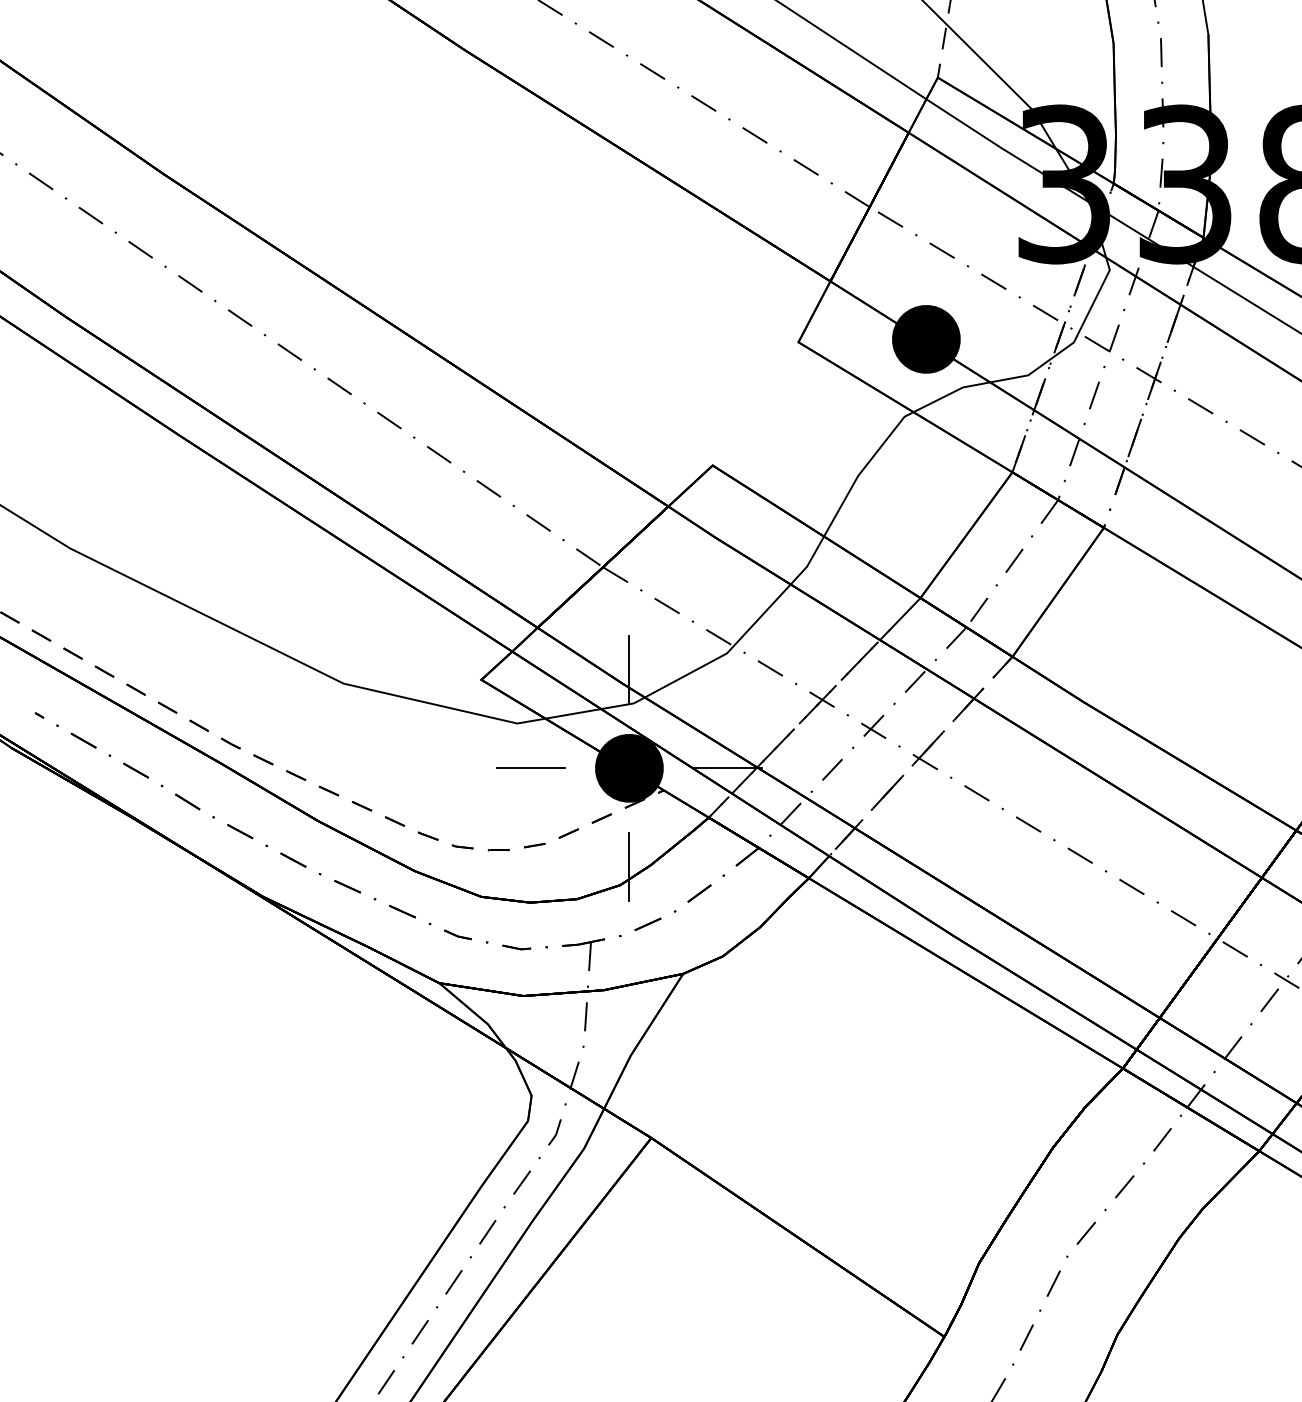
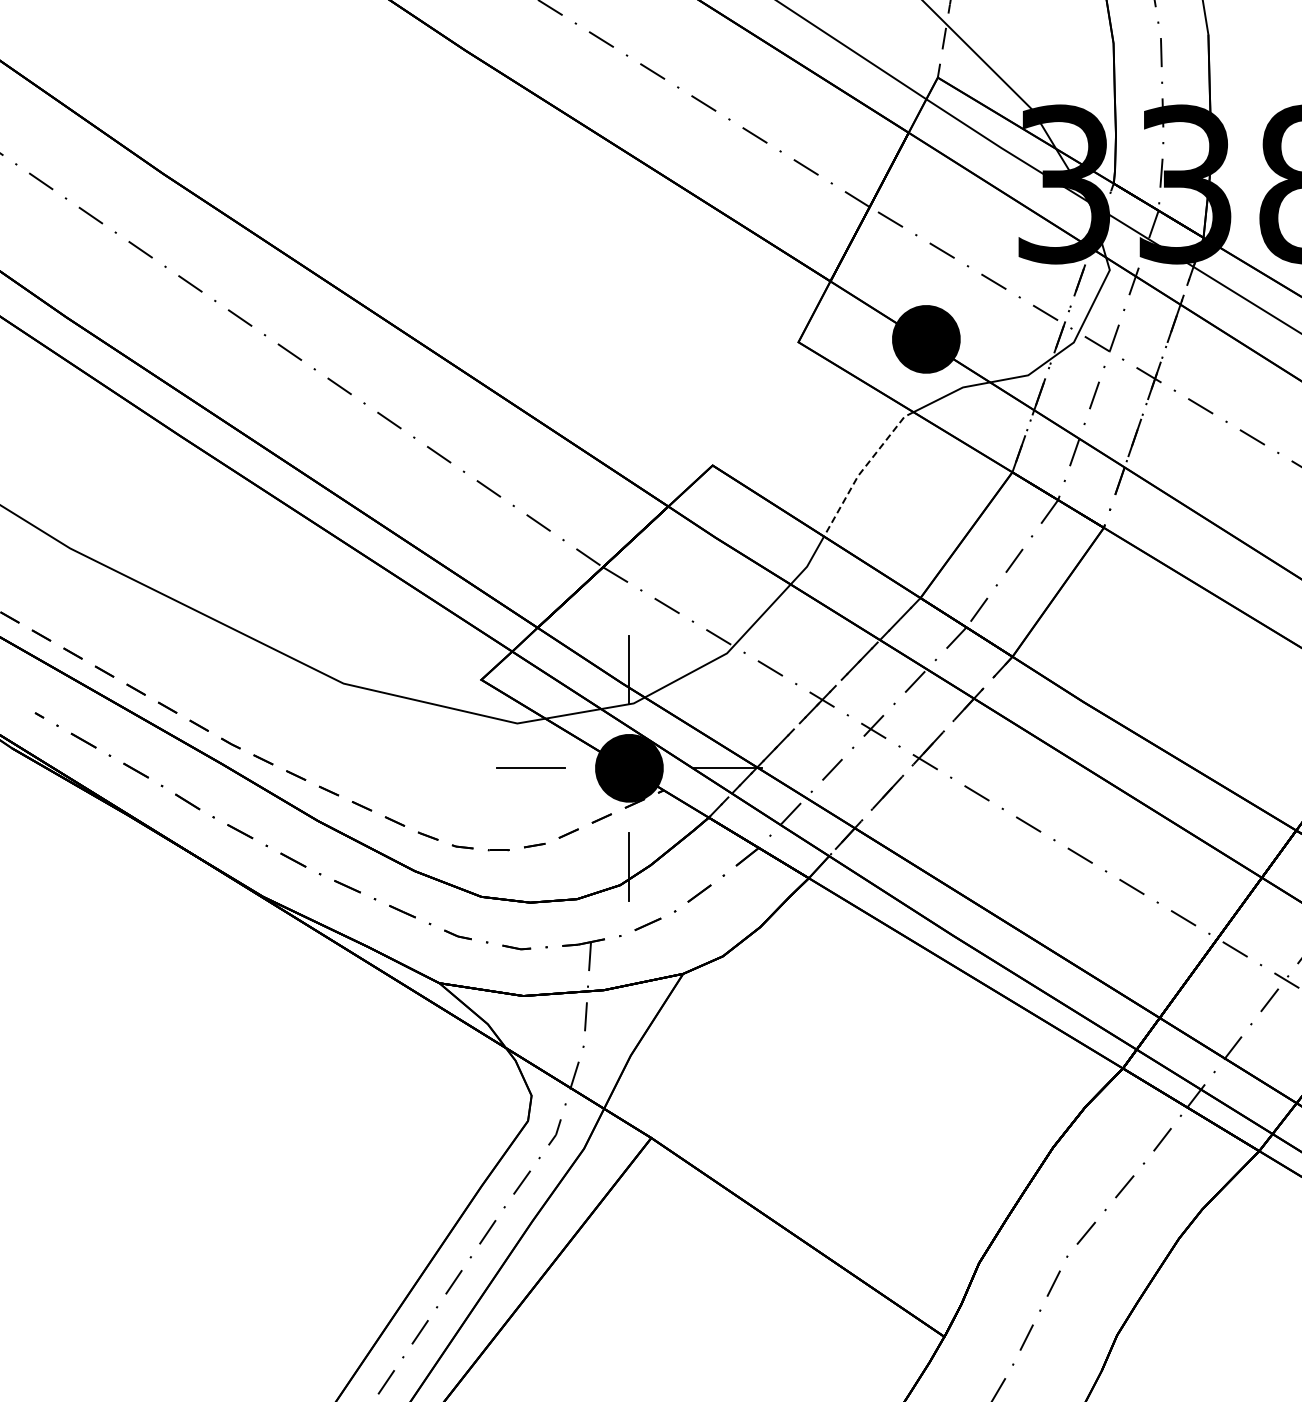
line at (863, 469): solid -> dashed
